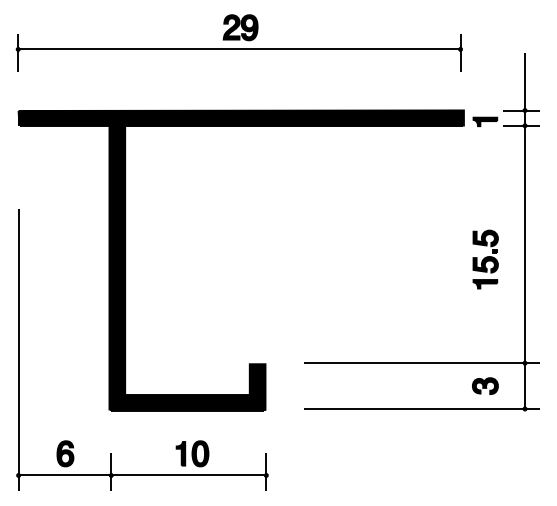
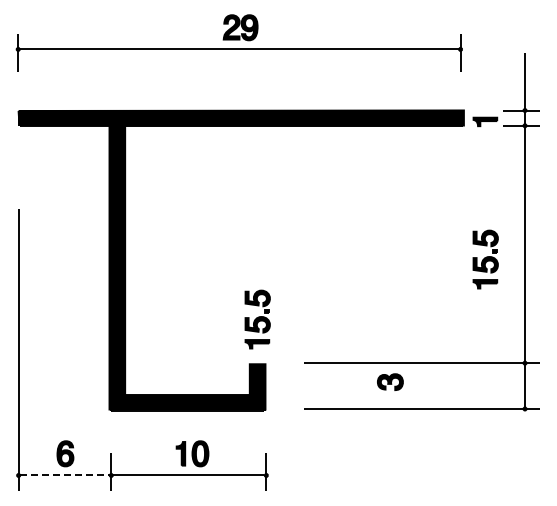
part at (257, 319): none -> present
part at (485, 385) position: (485, 385) -> (390, 381)
line at (65, 475): solid -> dashed
